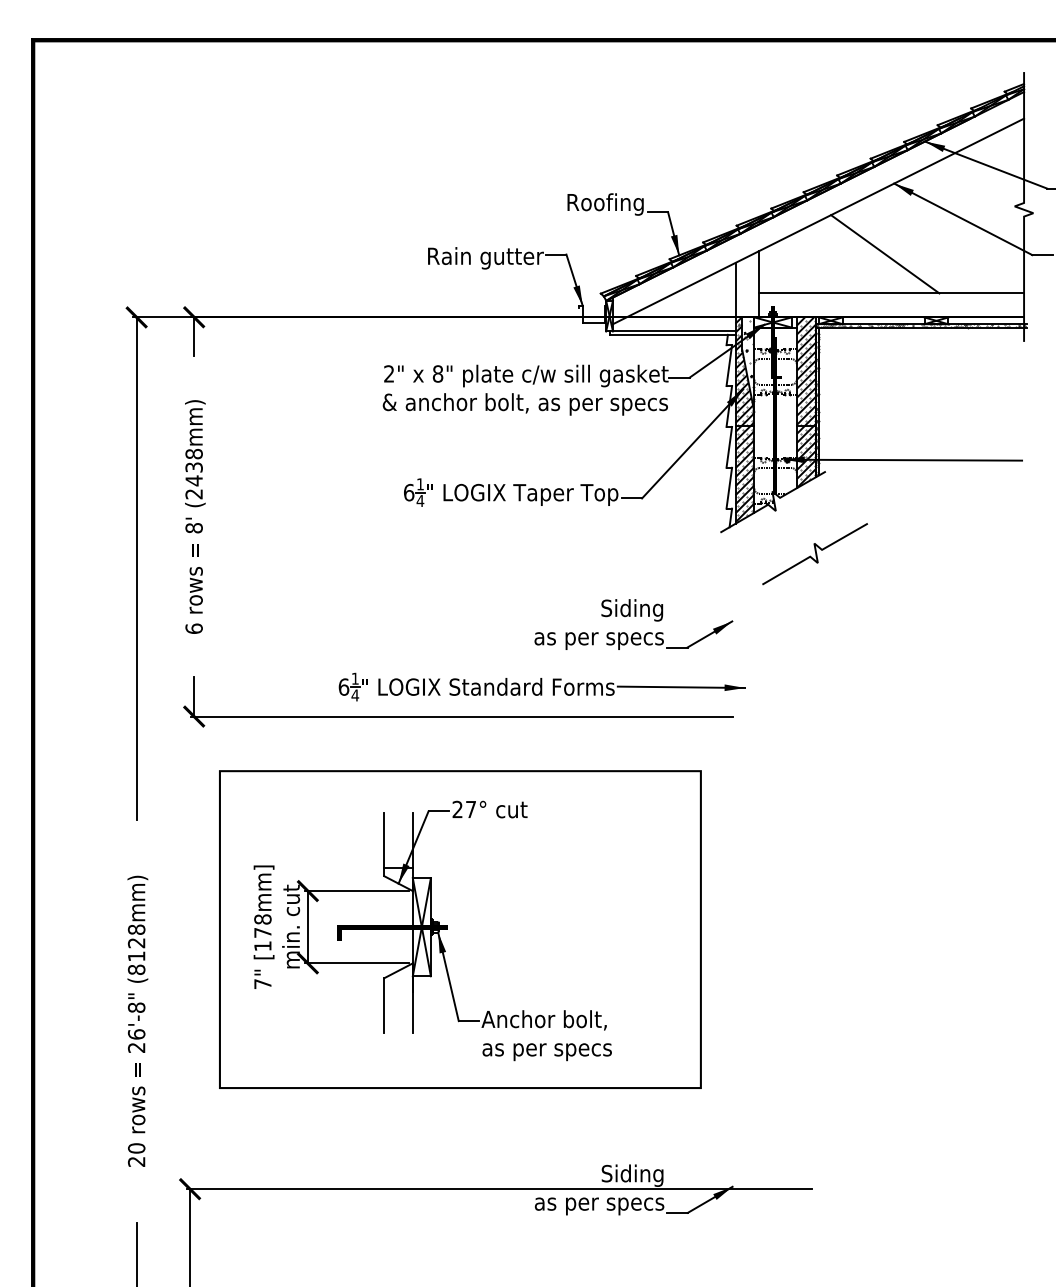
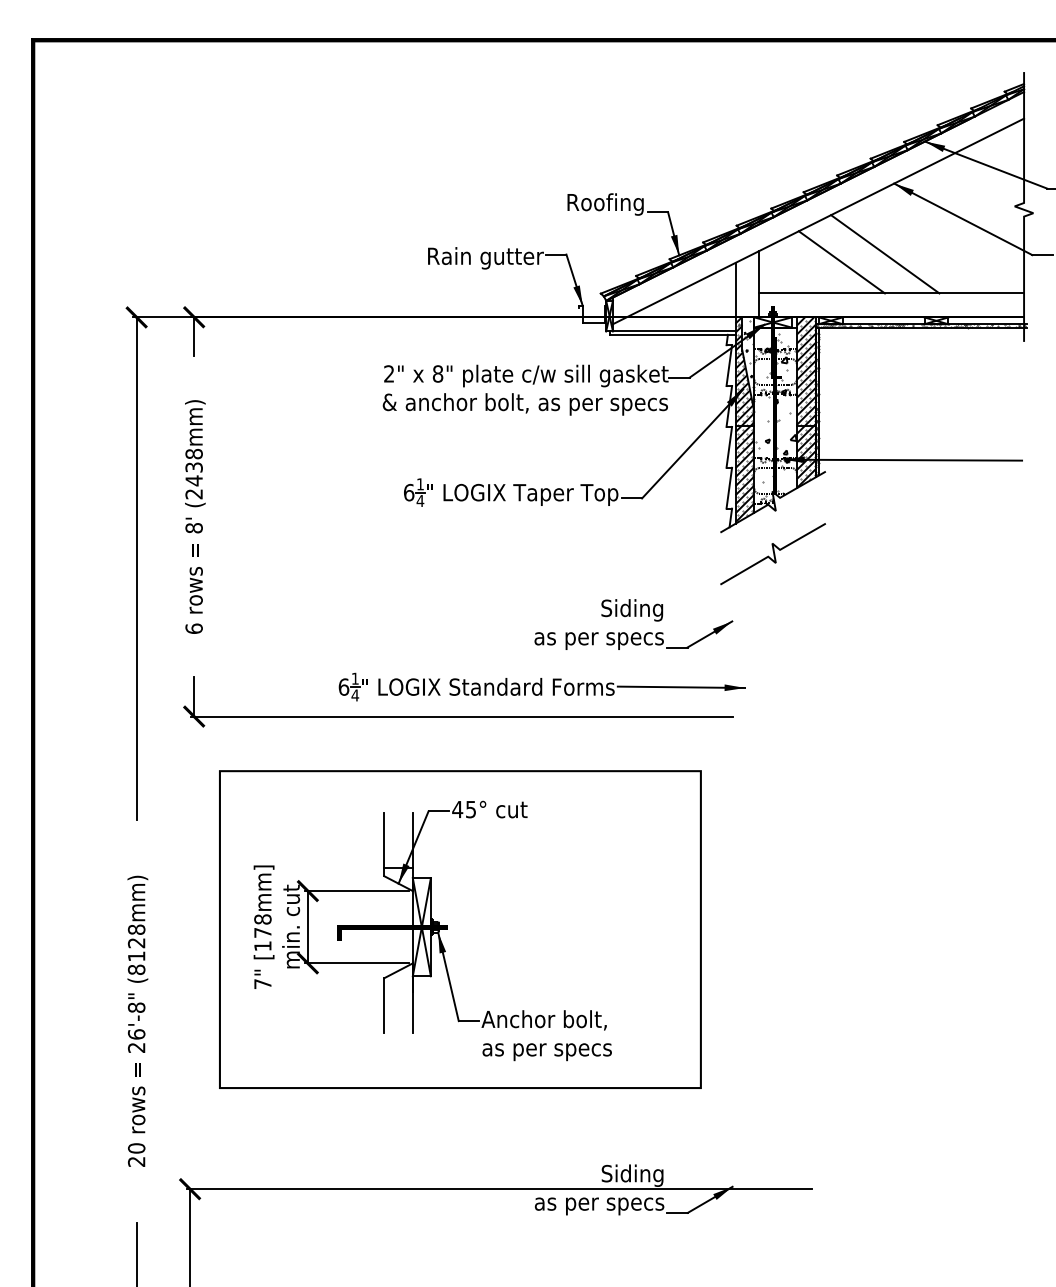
line at (841, 262): none -> present
hatch at (775, 415): none -> present
curve at (815, 554) position: (815, 554) -> (773, 554)
text at (463, 809): 27° -> 45°
